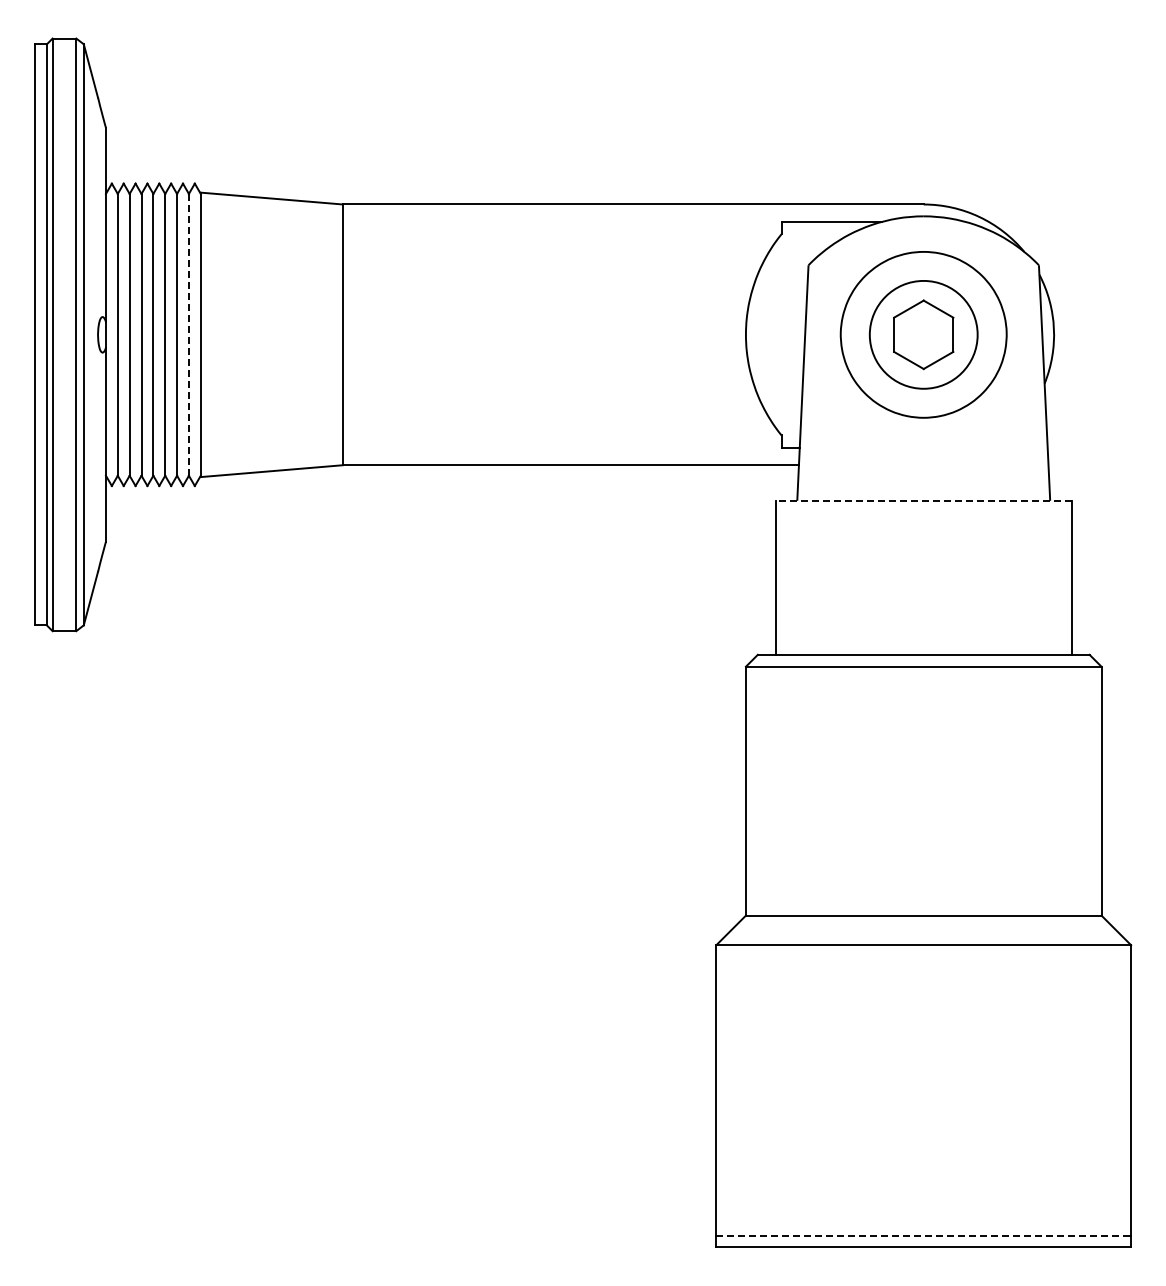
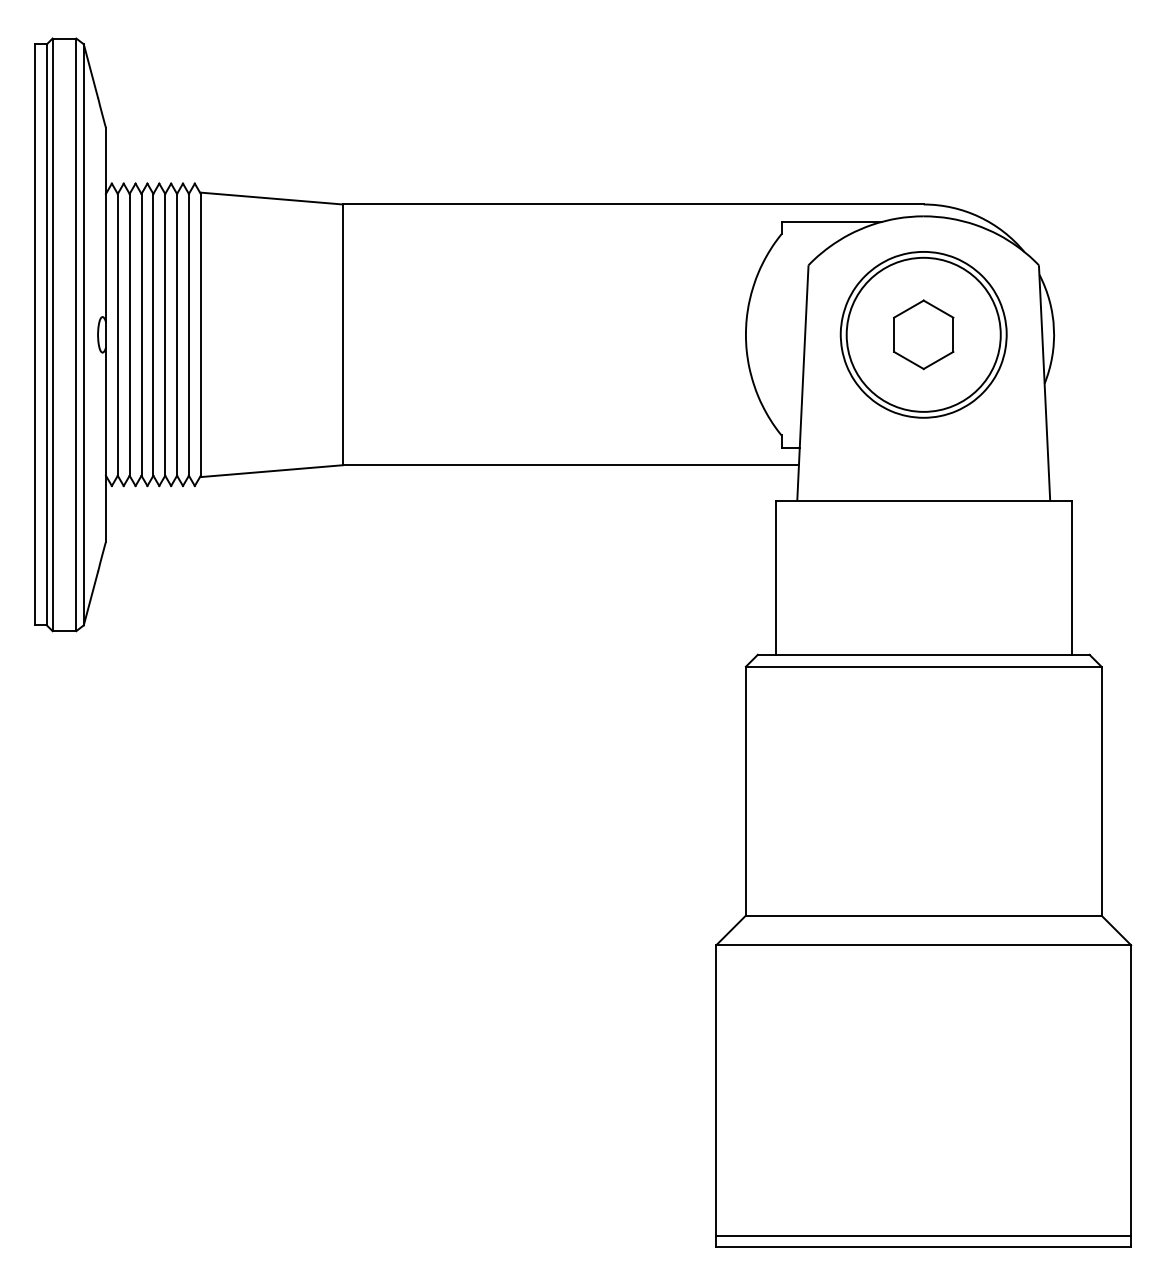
line at (188, 334): dashed -> solid
circle at (923, 334) diameter: 108 px -> 154 px
line at (923, 500): dashed -> solid
line at (924, 1235): dashed -> solid
